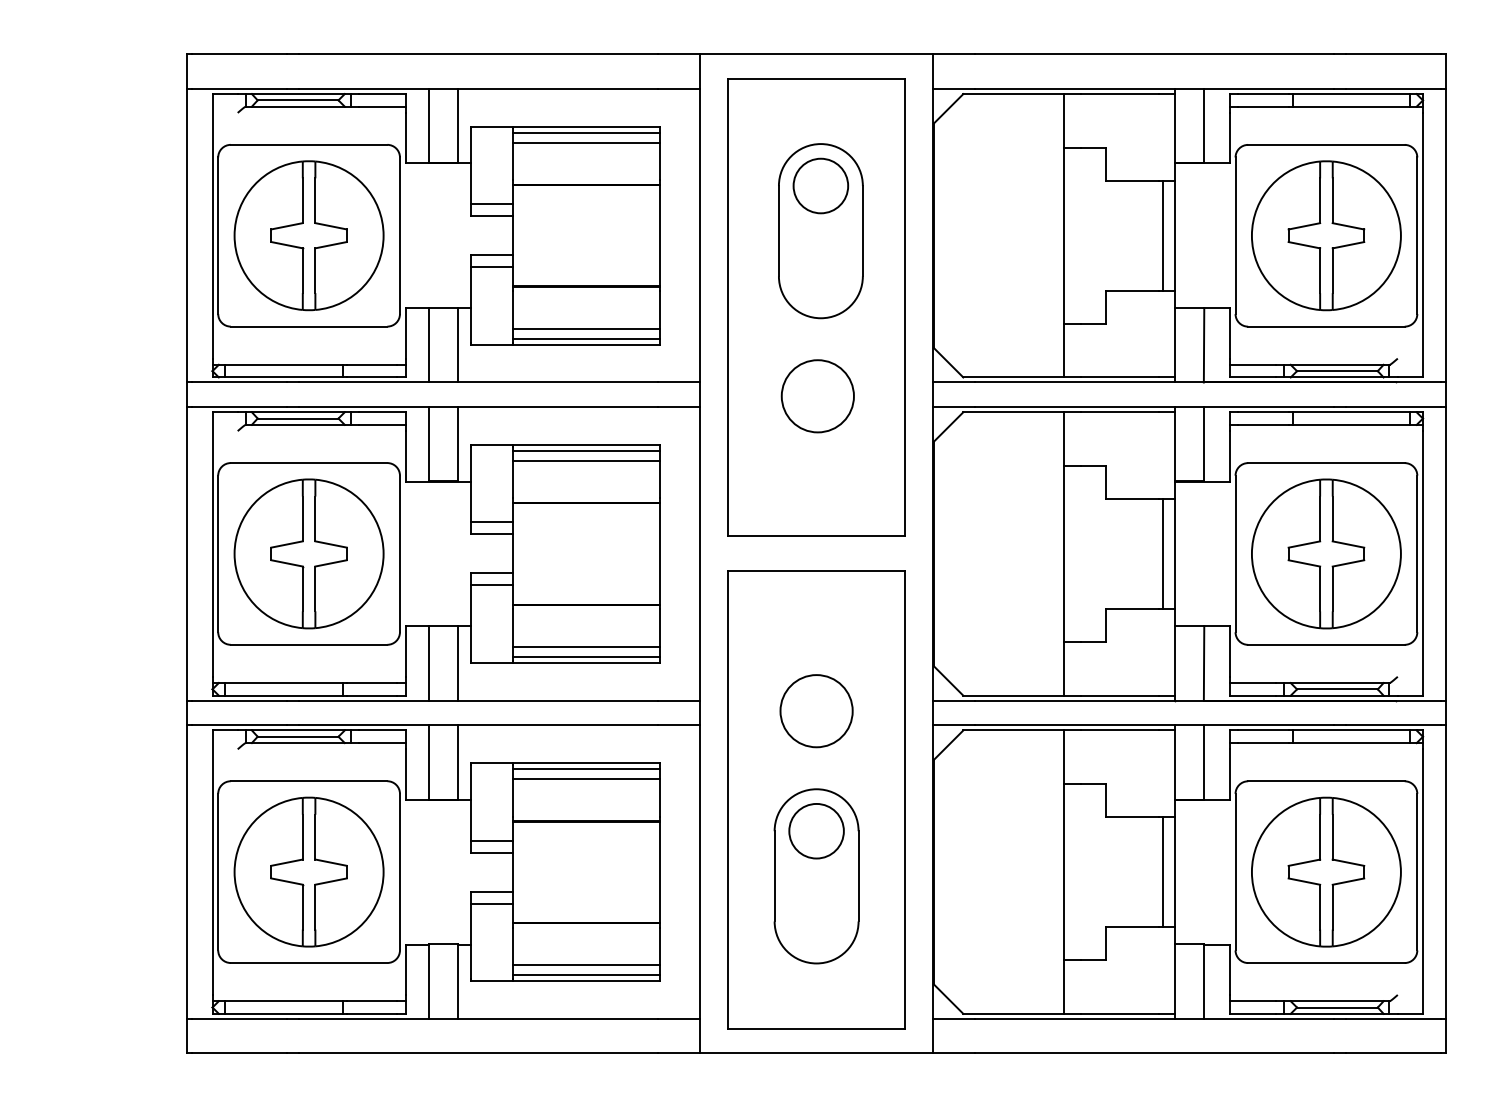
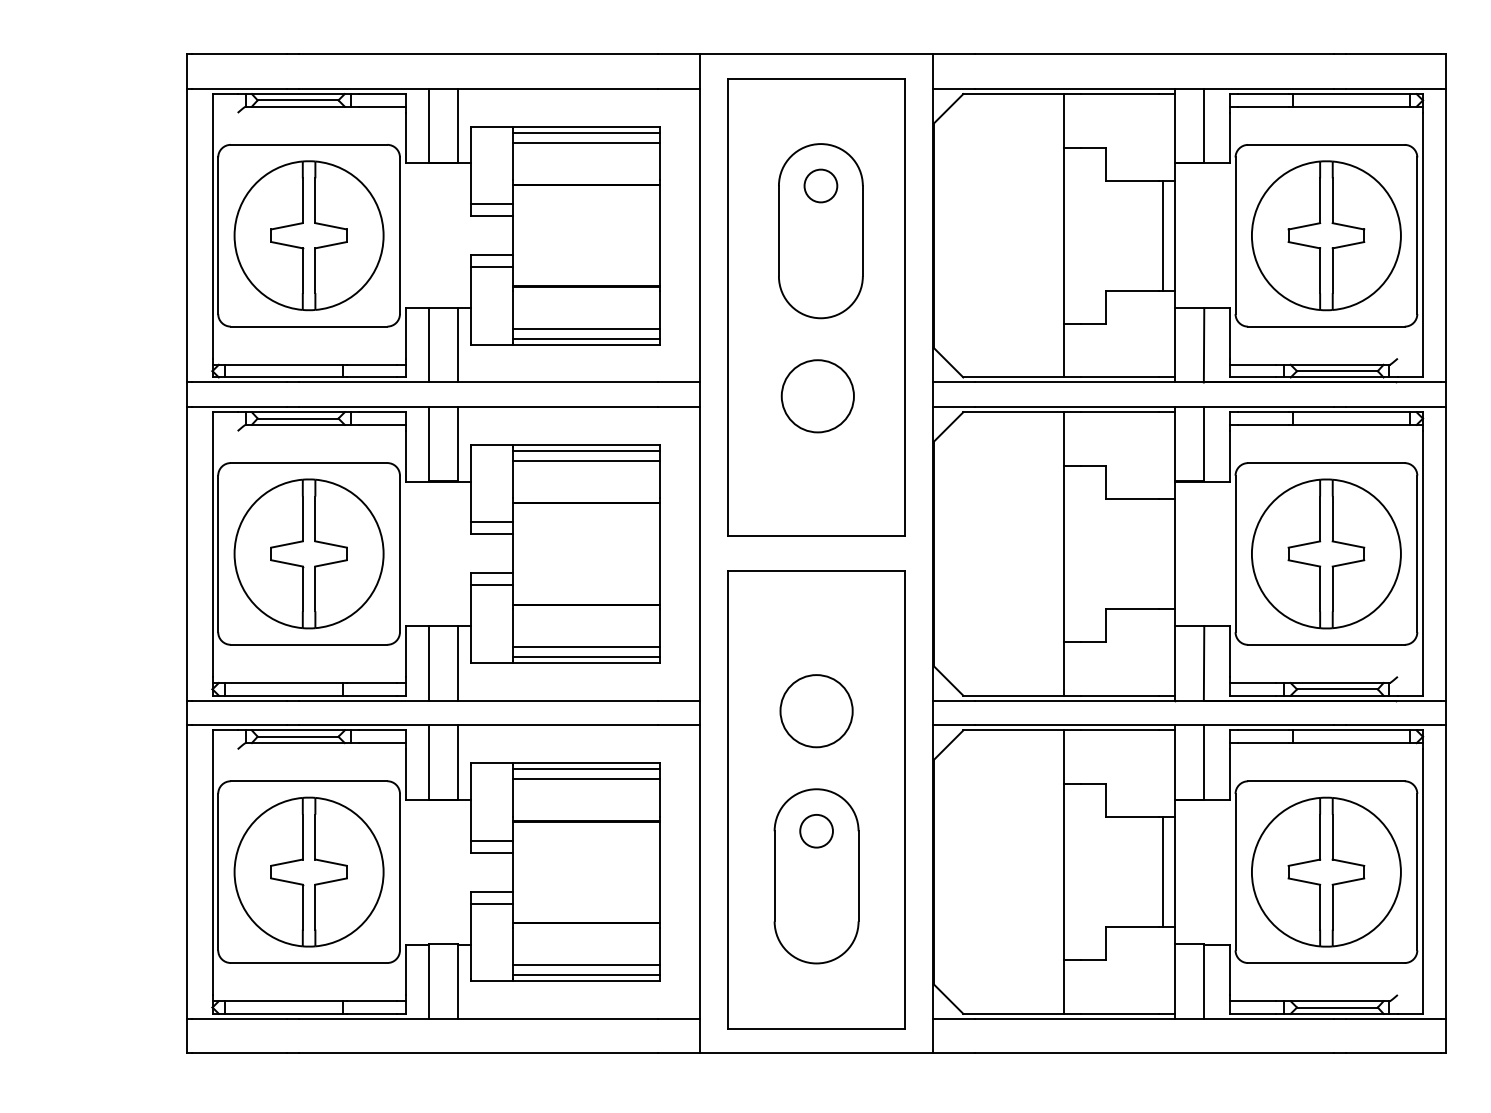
circle at (820, 185) size: 58x58 px -> 36x36 px
line at (1162, 553): present -> none
circle at (816, 830) diameter: 55 px -> 33 px
